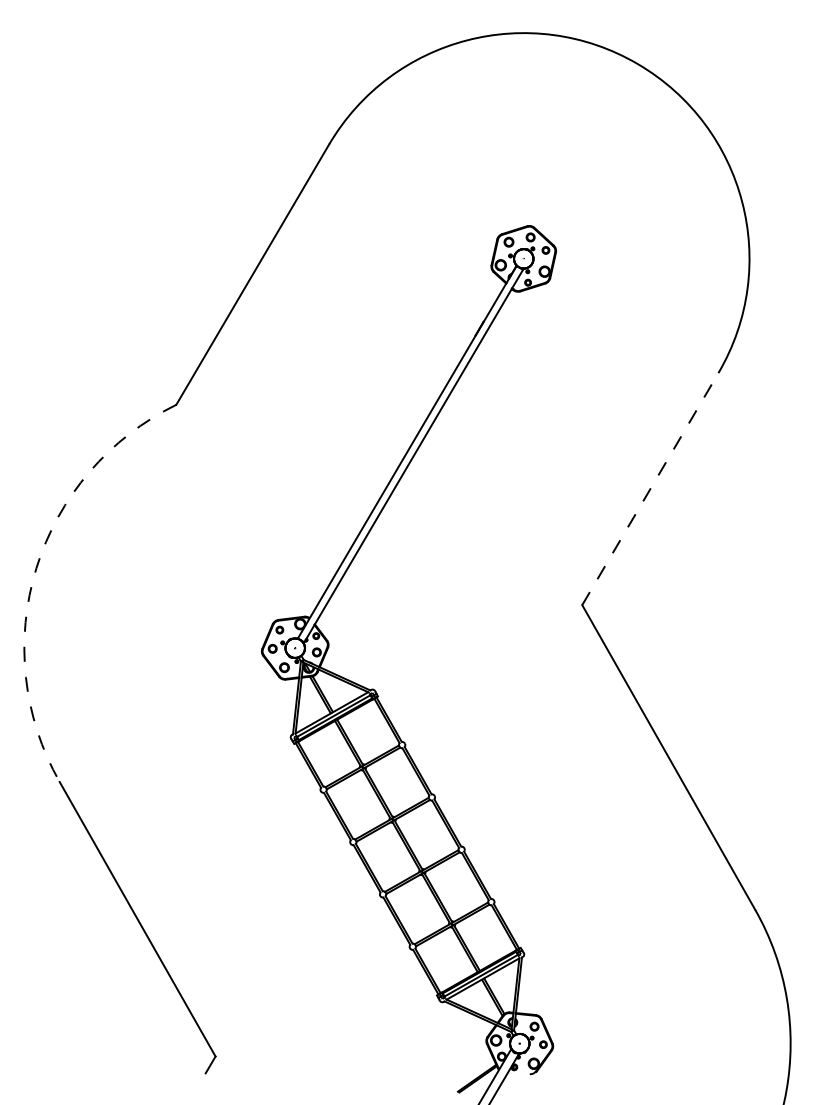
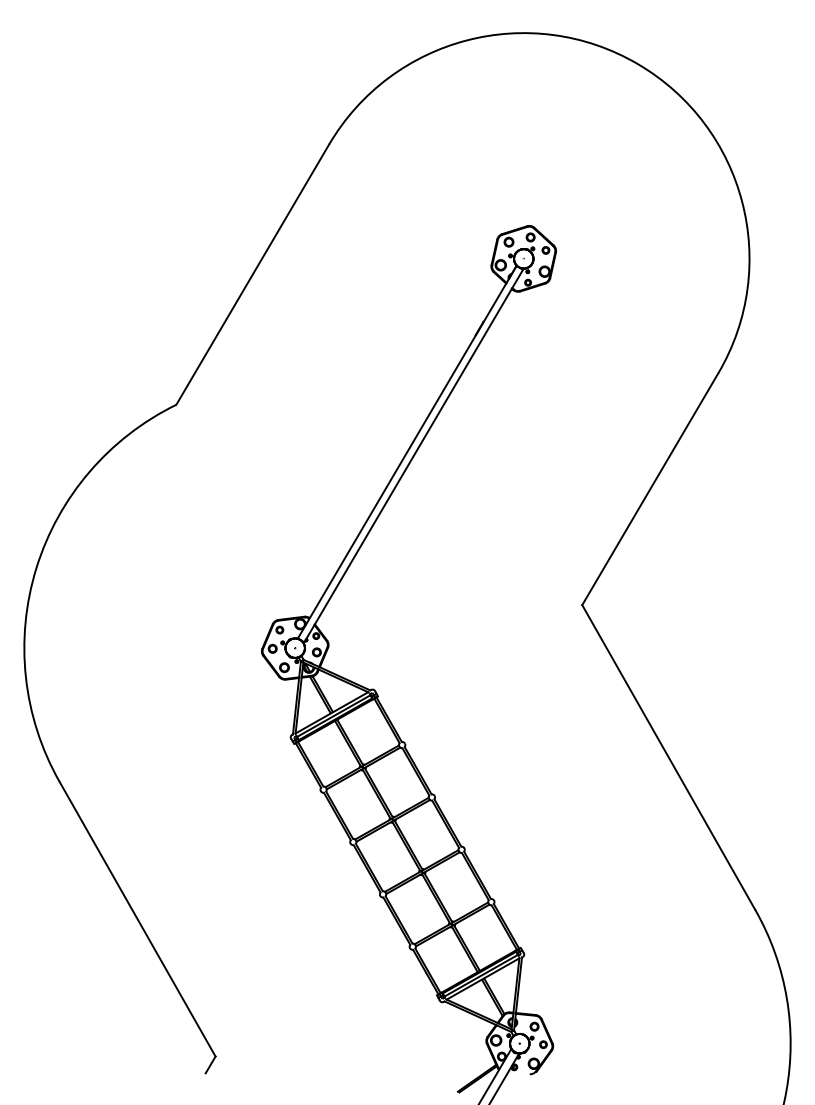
line at (650, 488): dashed -> solid
arc at (36, 568): dashed -> solid
